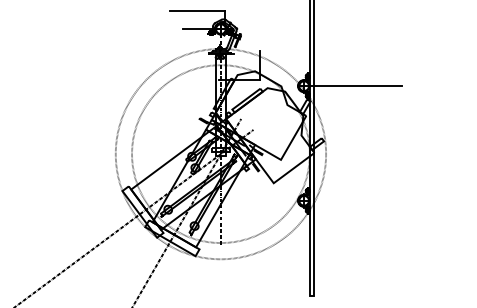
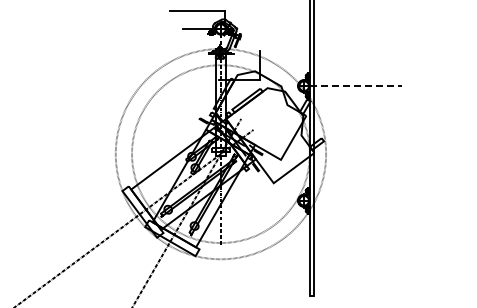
line at (356, 86): solid -> dashed
